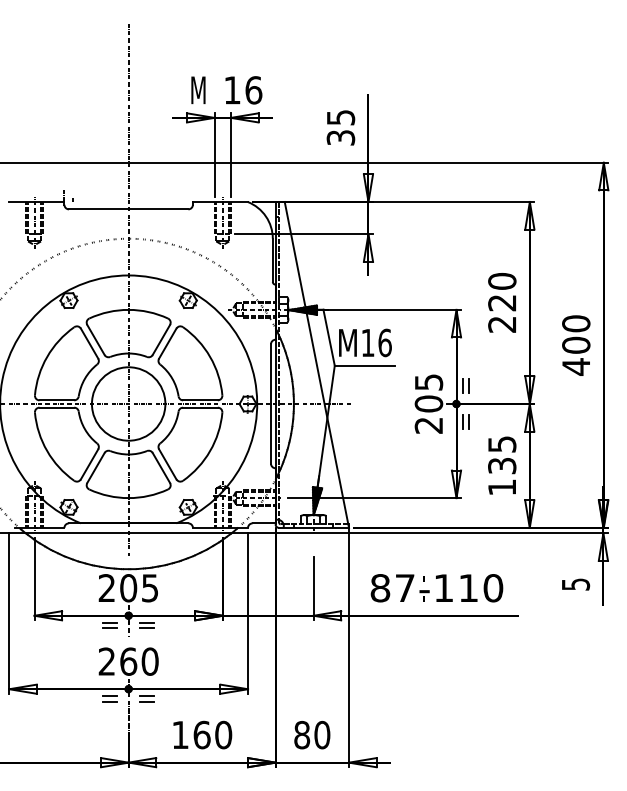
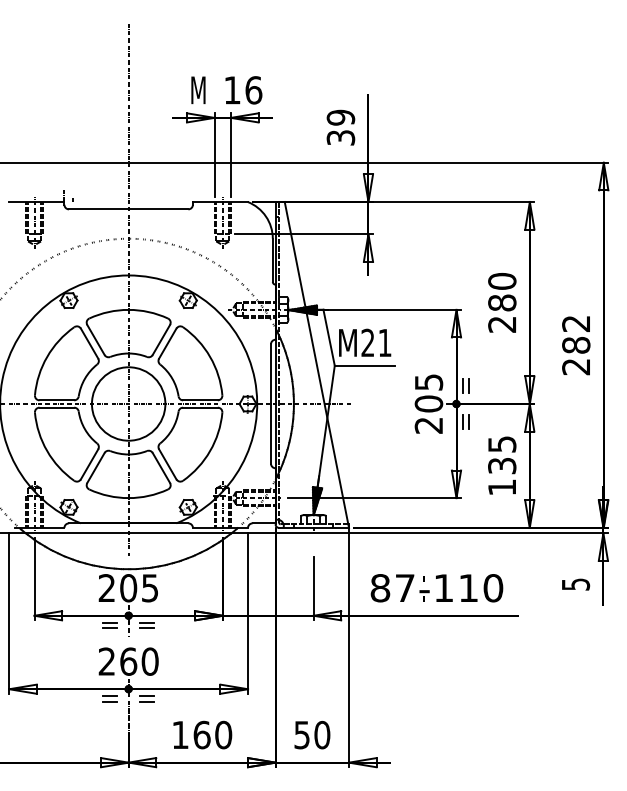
text at (340, 117): 35 -> 39
text at (502, 302): 220 -> 280
text at (376, 342): M16 -> M21
text at (576, 345): 400 -> 282
text at (302, 734): 80 -> 50
